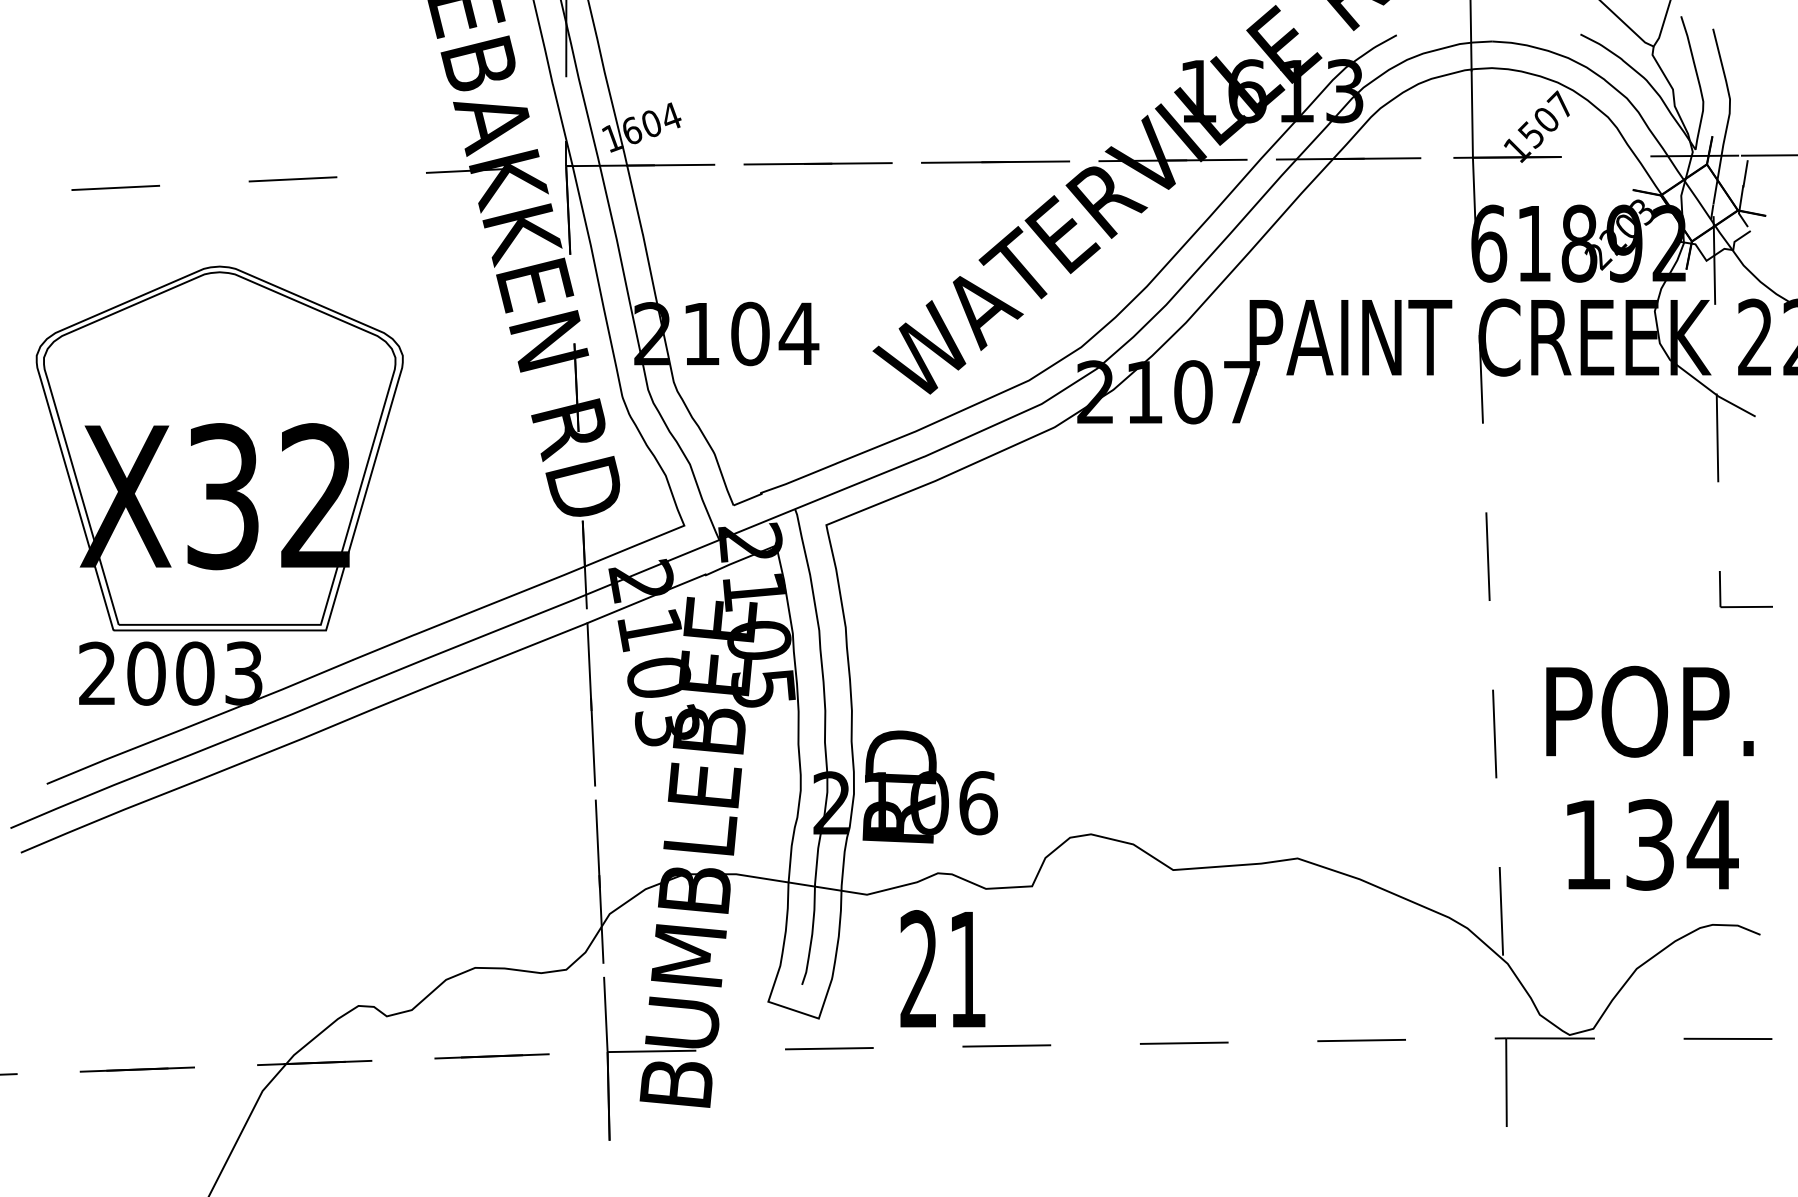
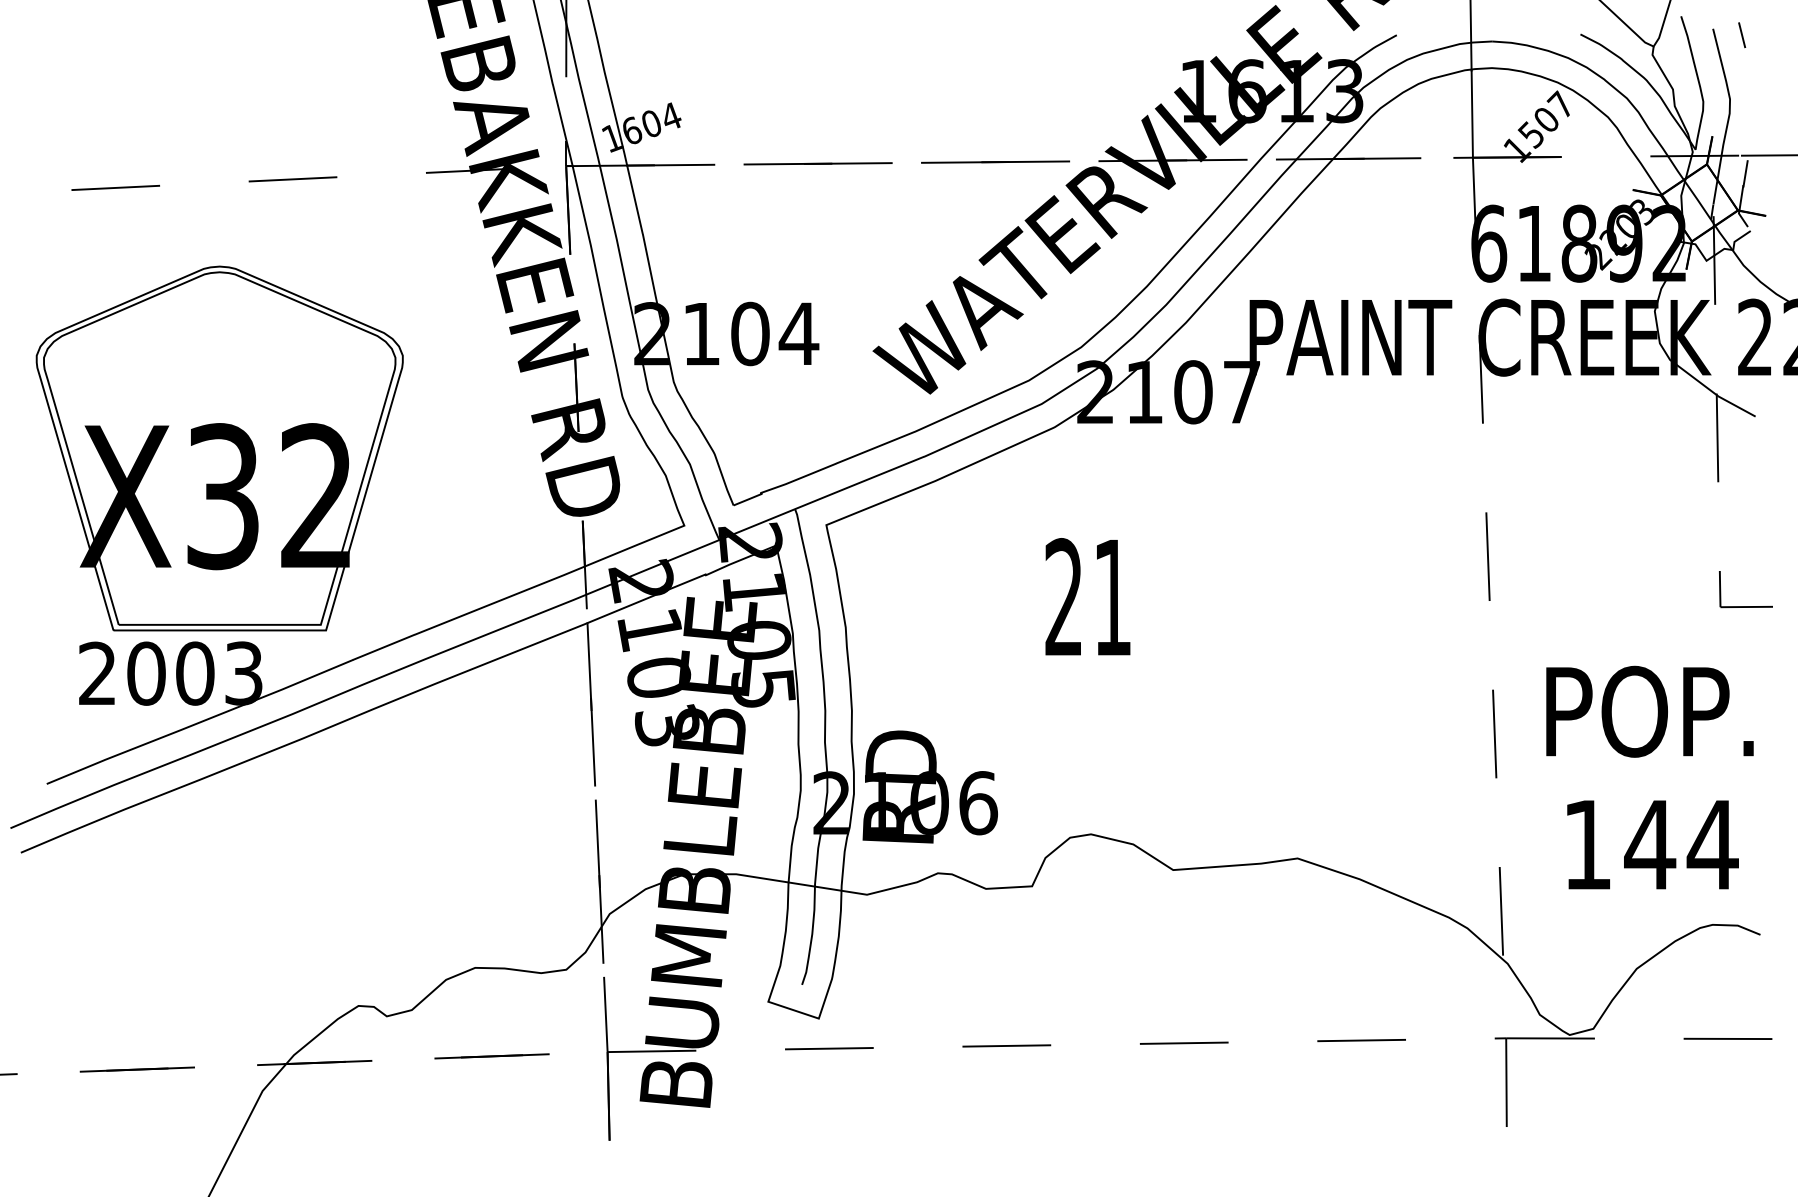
line at (1742, 35): none -> present
text at (1650, 844): 134 -> 144
text at (942, 968) position: (942, 968) -> (1087, 596)
